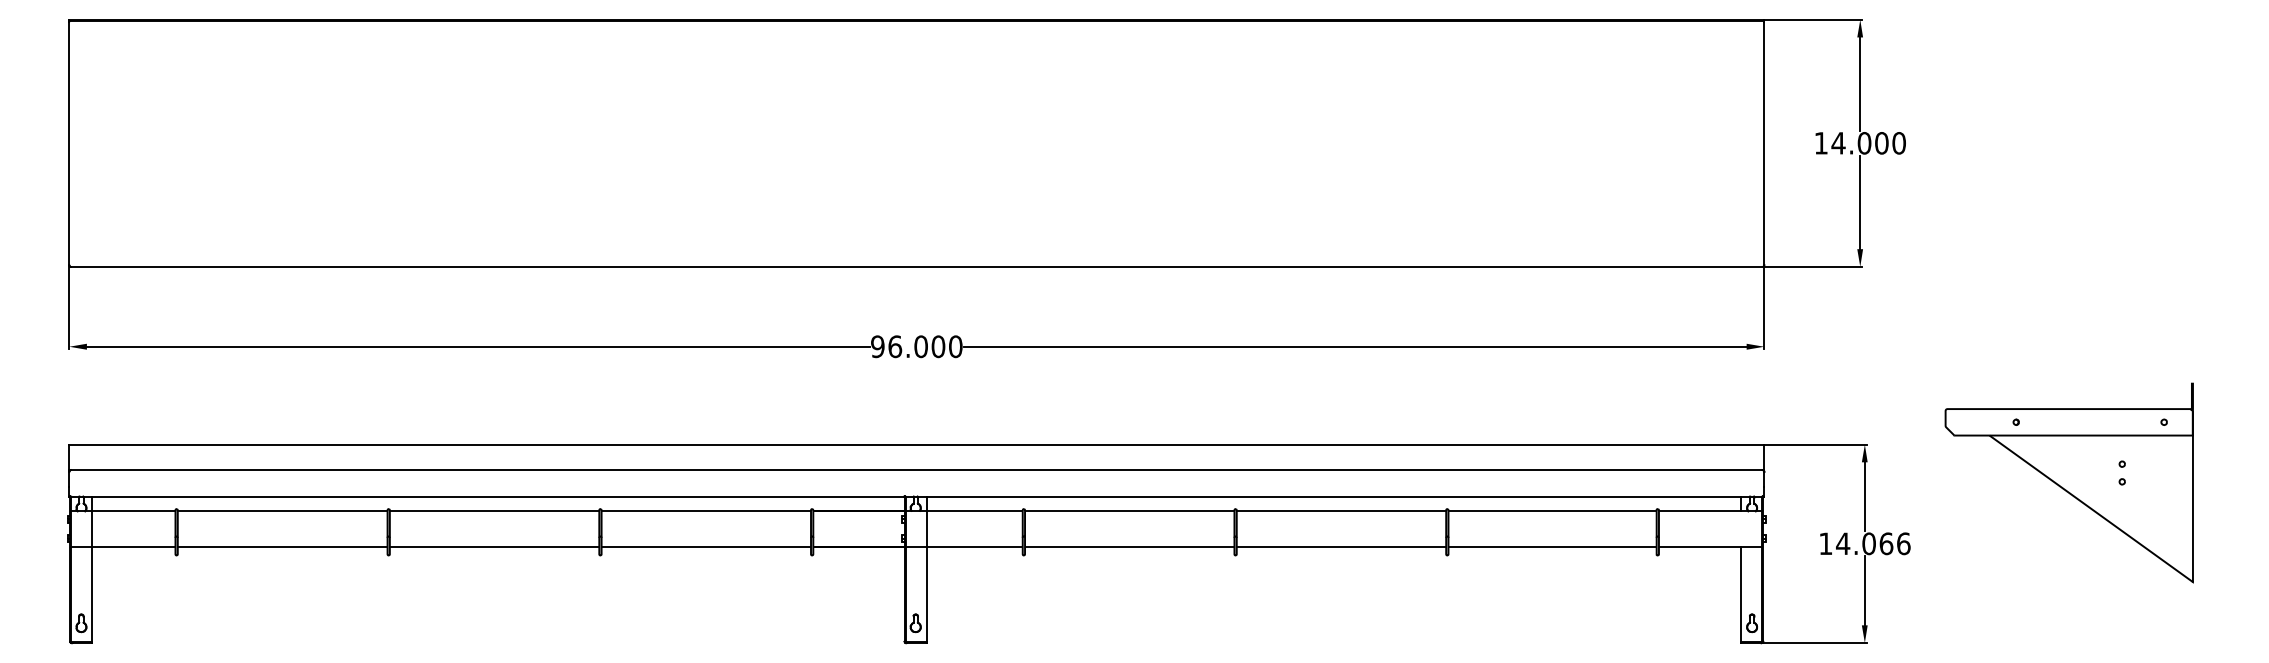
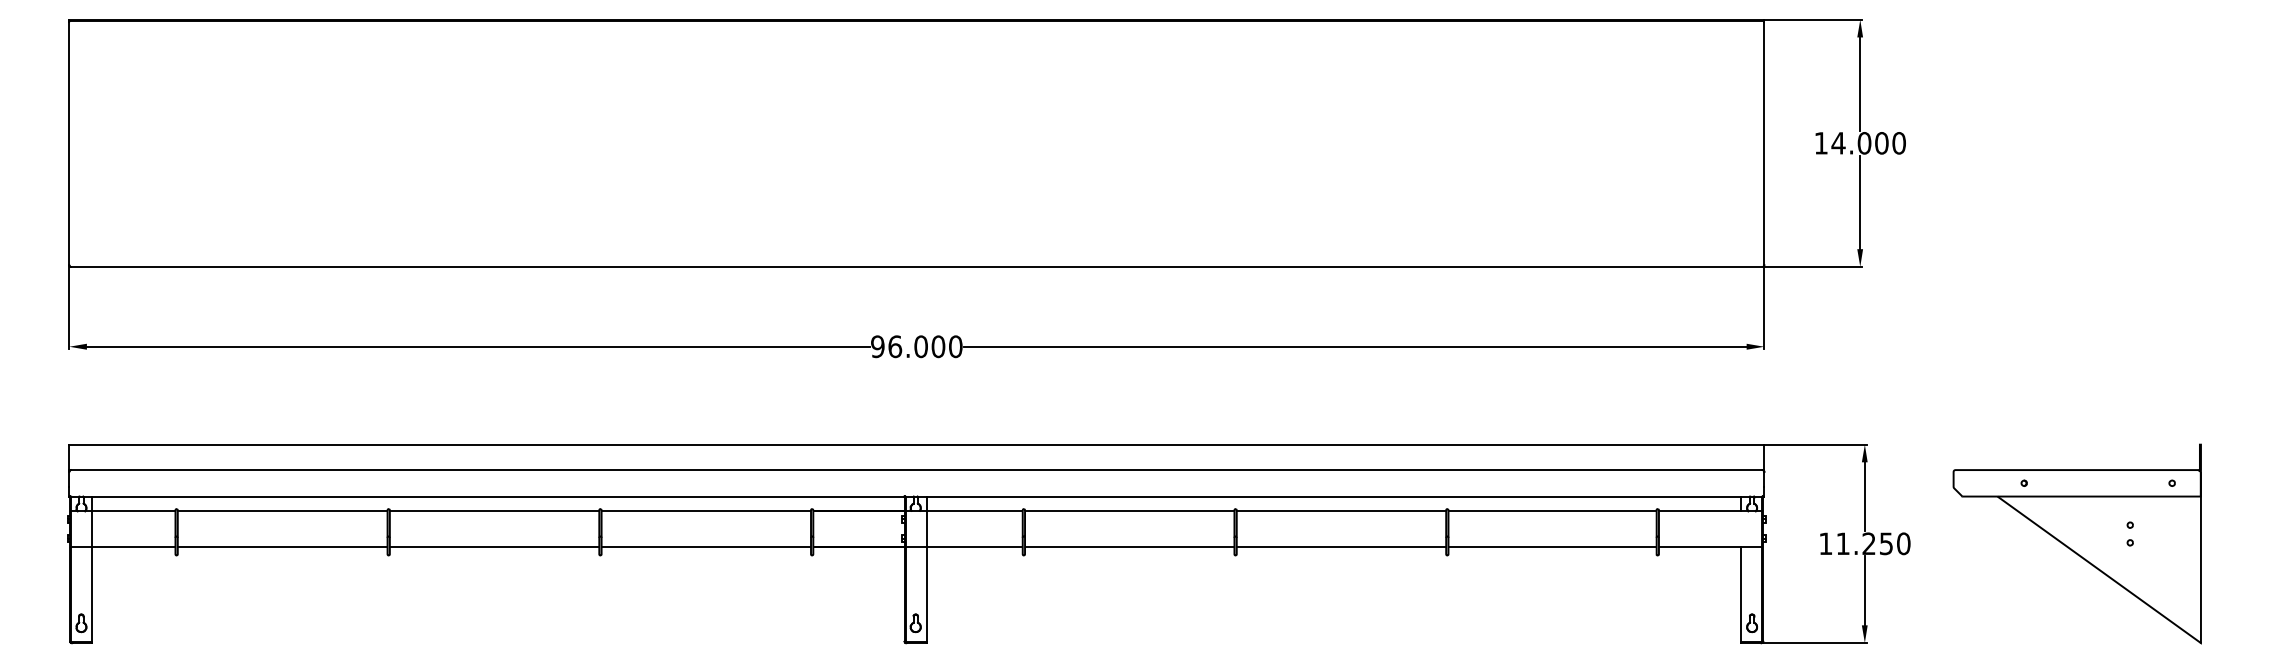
part at (2068, 482) position: (2068, 482) -> (2076, 543)
text at (1873, 543): 14.066 -> 11.250
